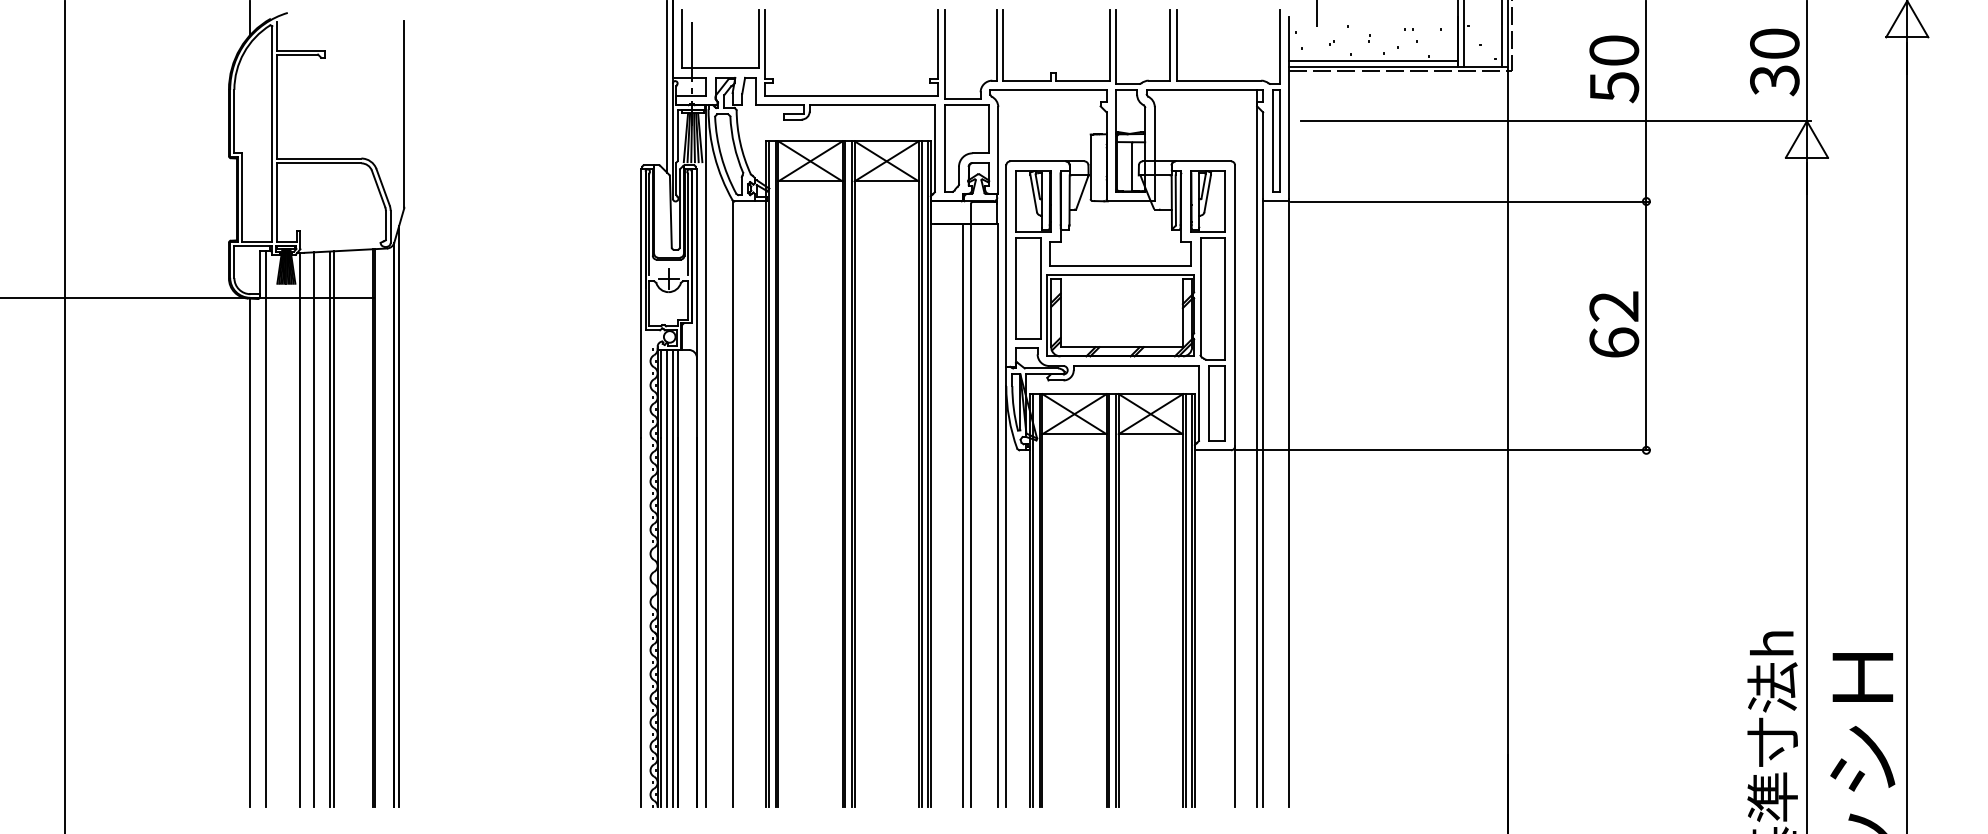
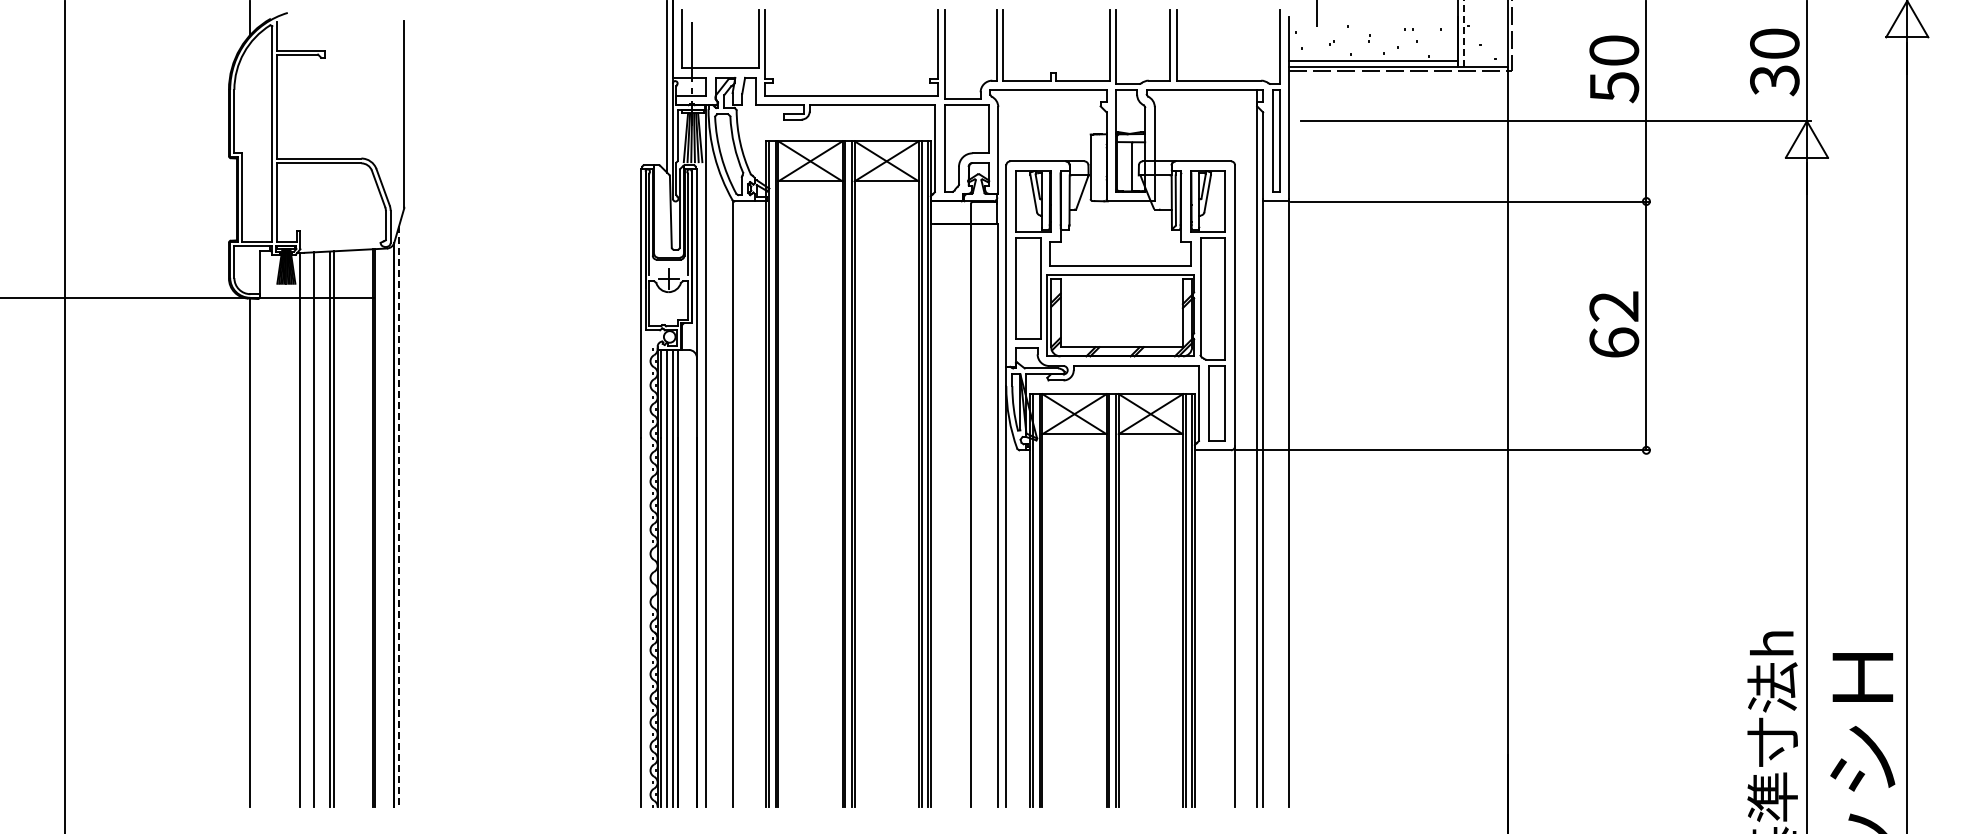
line at (1463, 33): solid -> dashed
line at (1501, 34): present -> none
line at (962, 515): present -> none
line at (399, 516): solid -> dashed
line at (266, 528): present -> none
